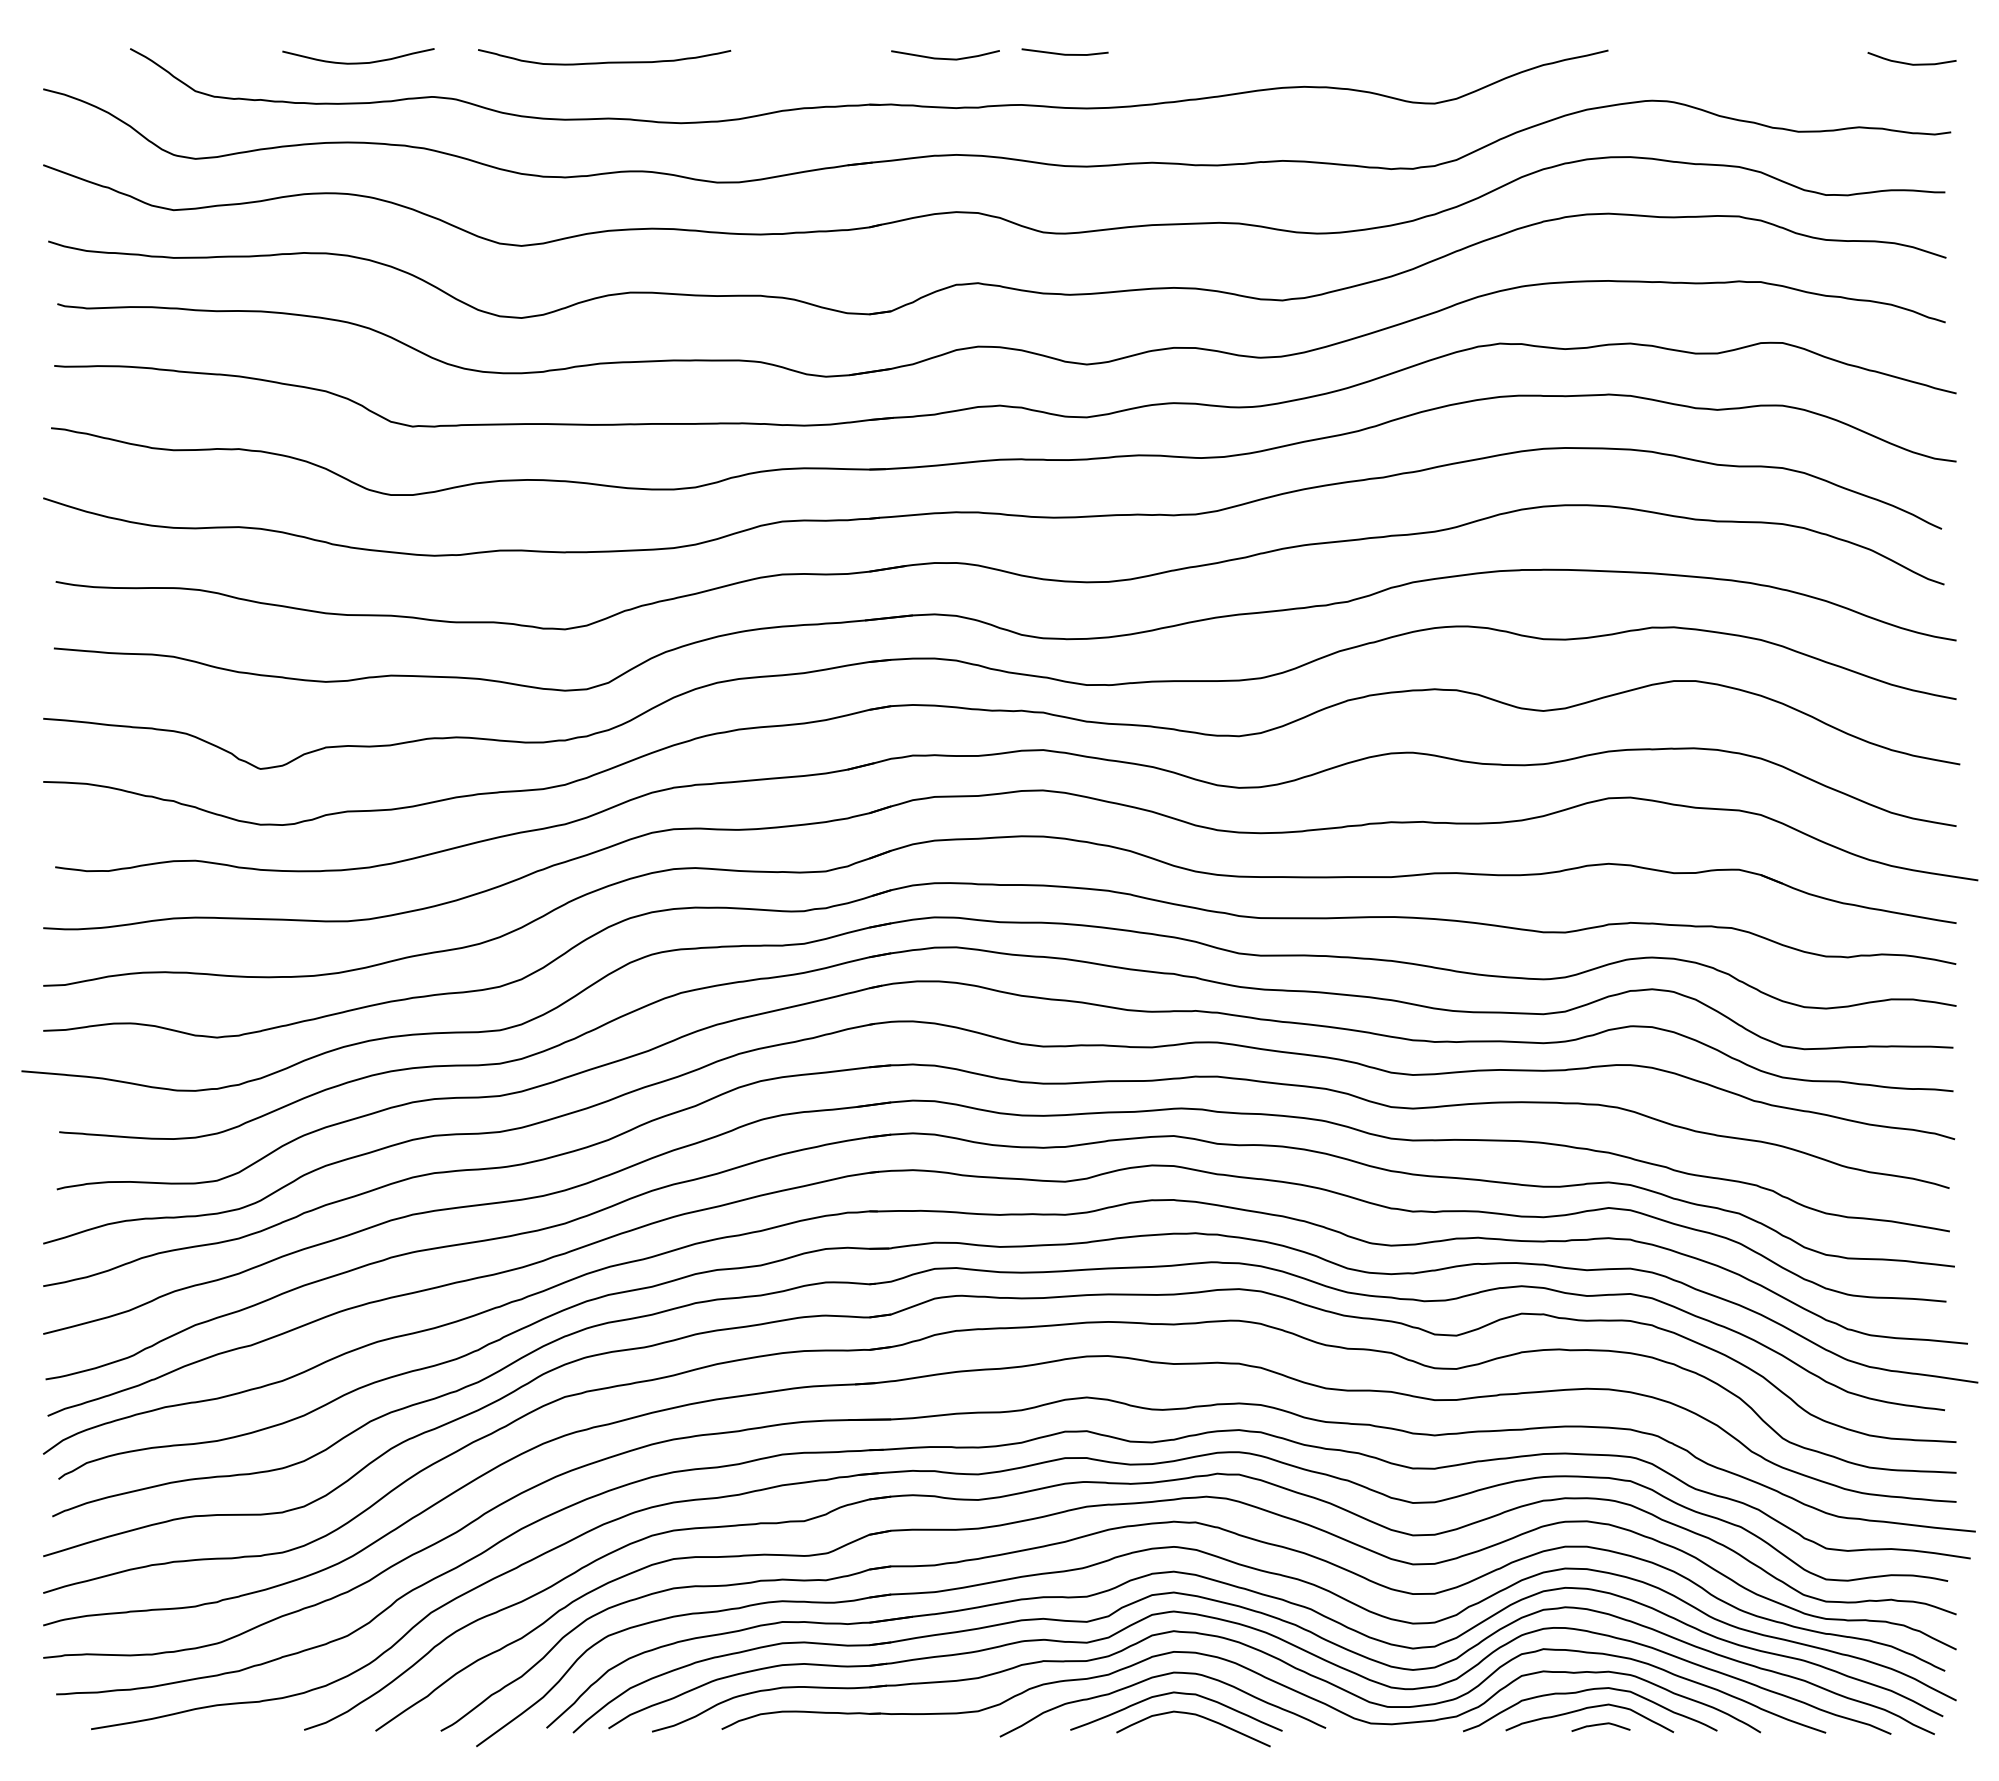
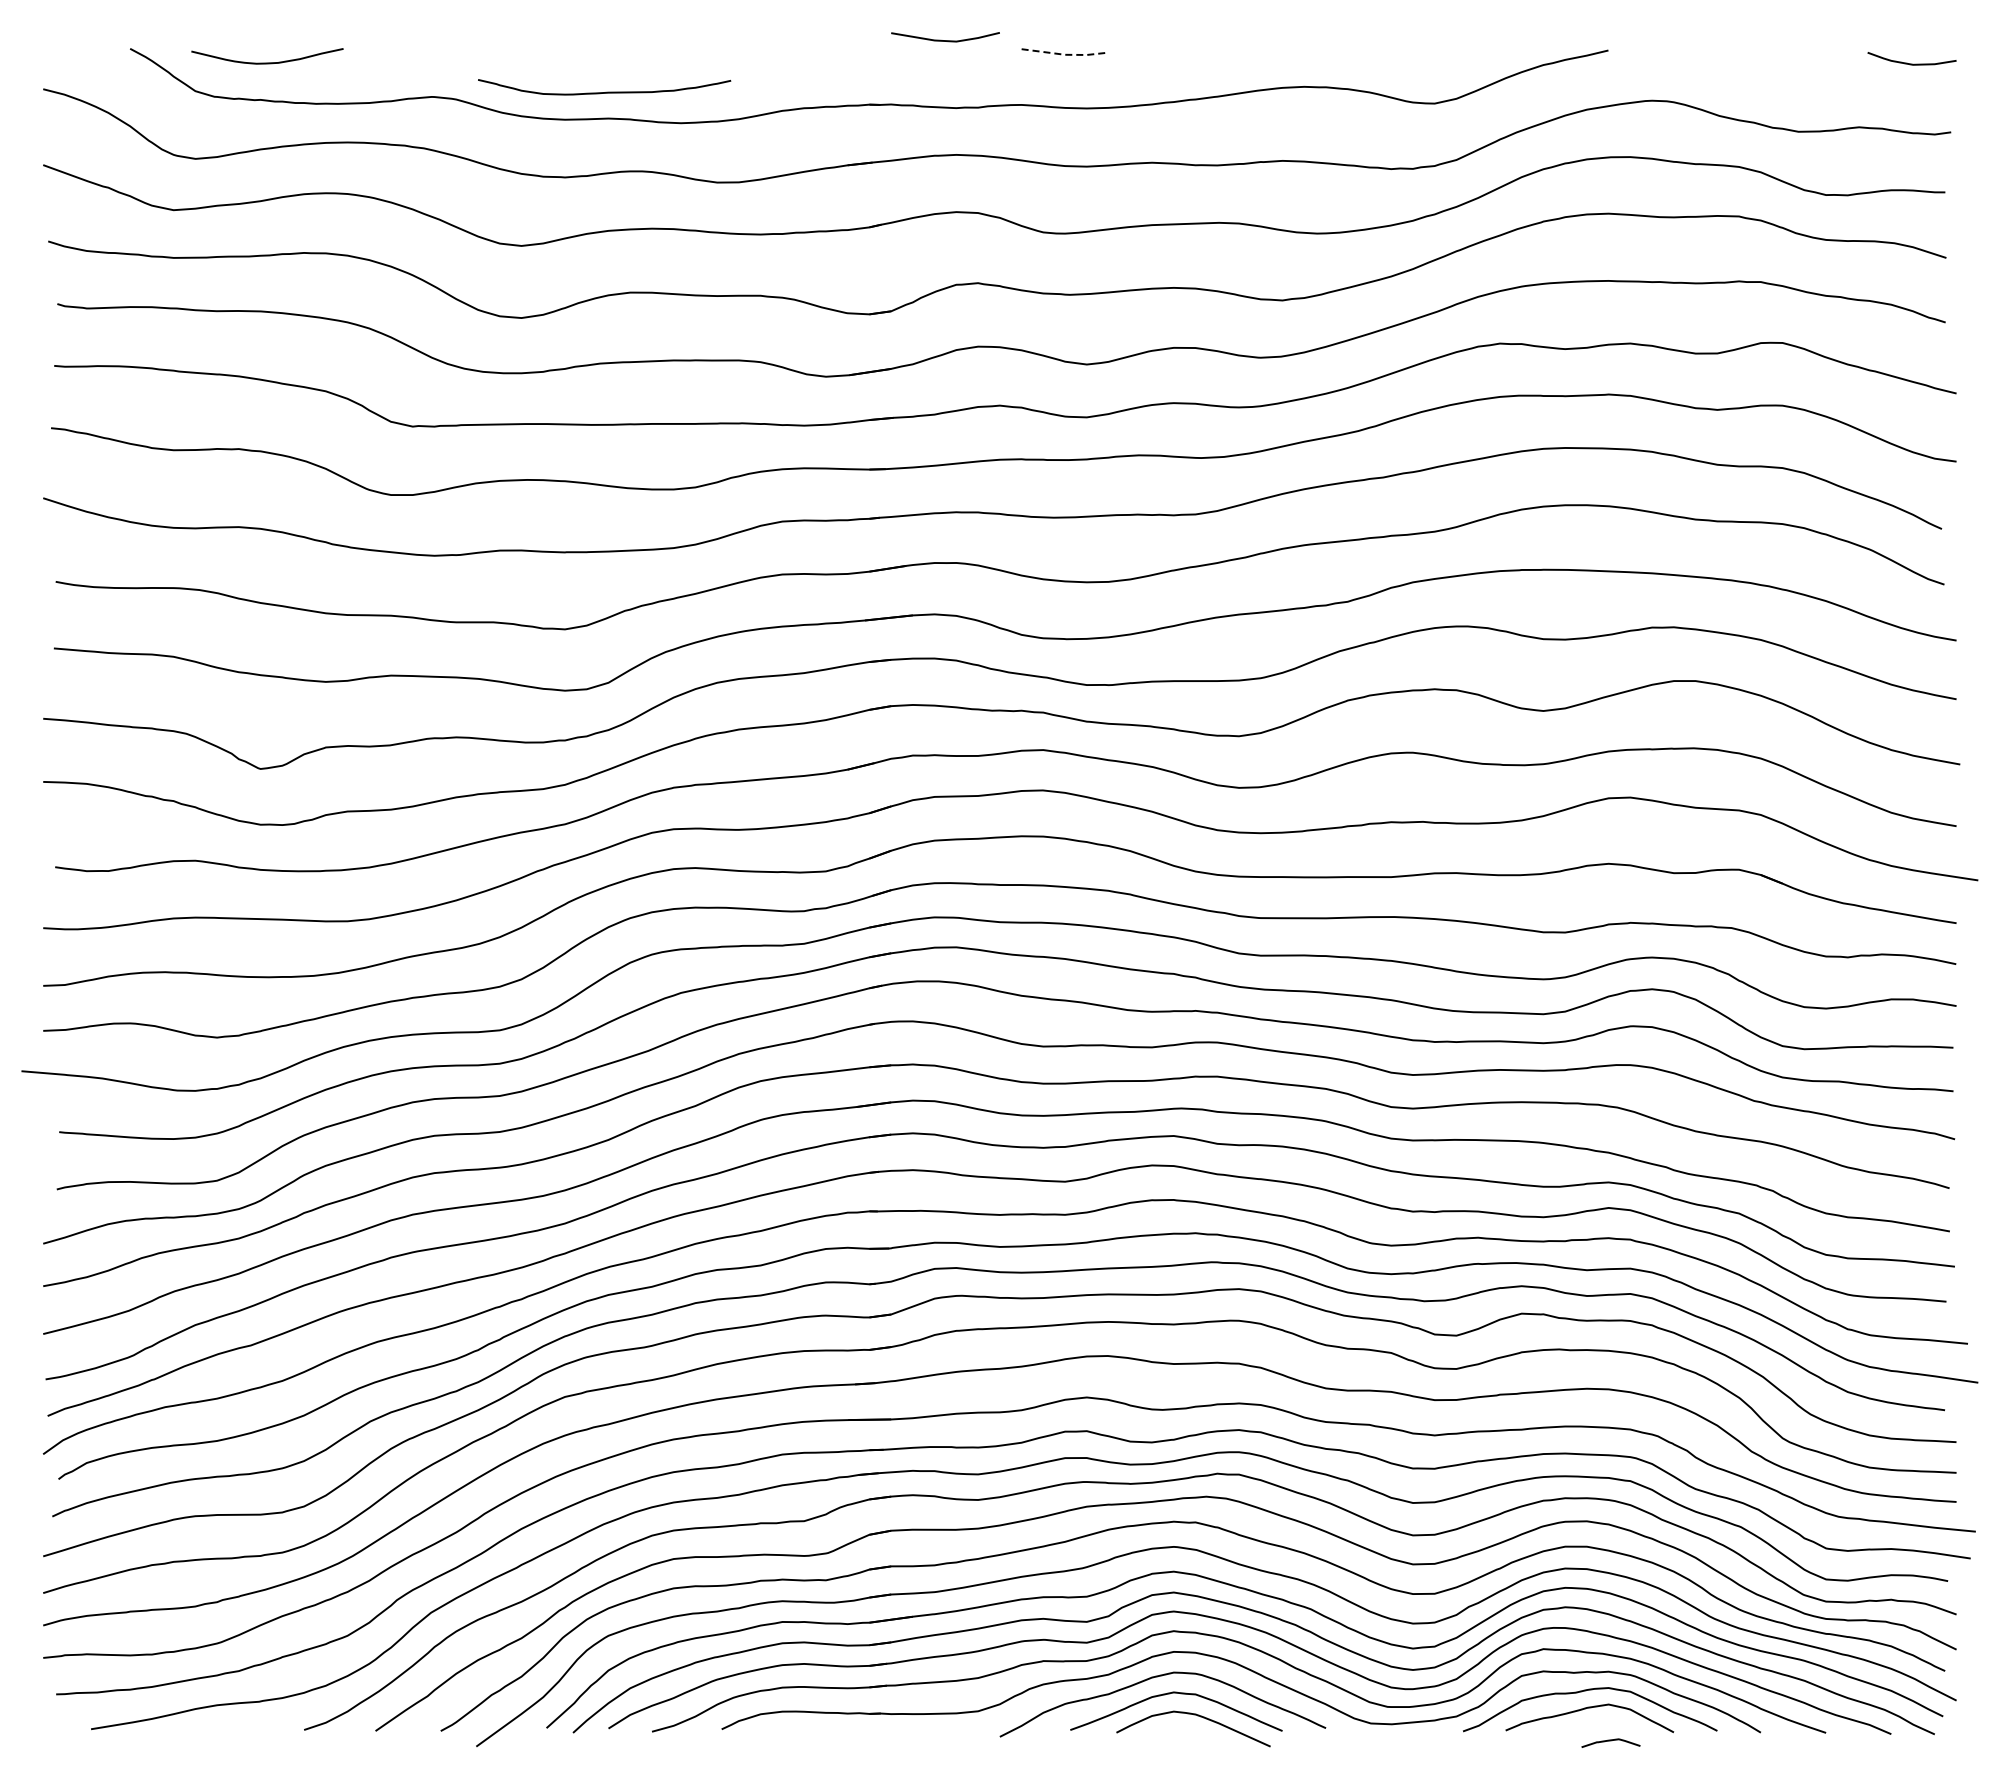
line at (1065, 54): solid -> dashed
line at (945, 58) position: (945, 58) -> (945, 40)
curve at (606, 61) position: (606, 61) -> (606, 91)
curve at (358, 62) position: (358, 62) -> (267, 62)
curve at (1600, 1725) position: (1600, 1725) -> (1610, 1741)
